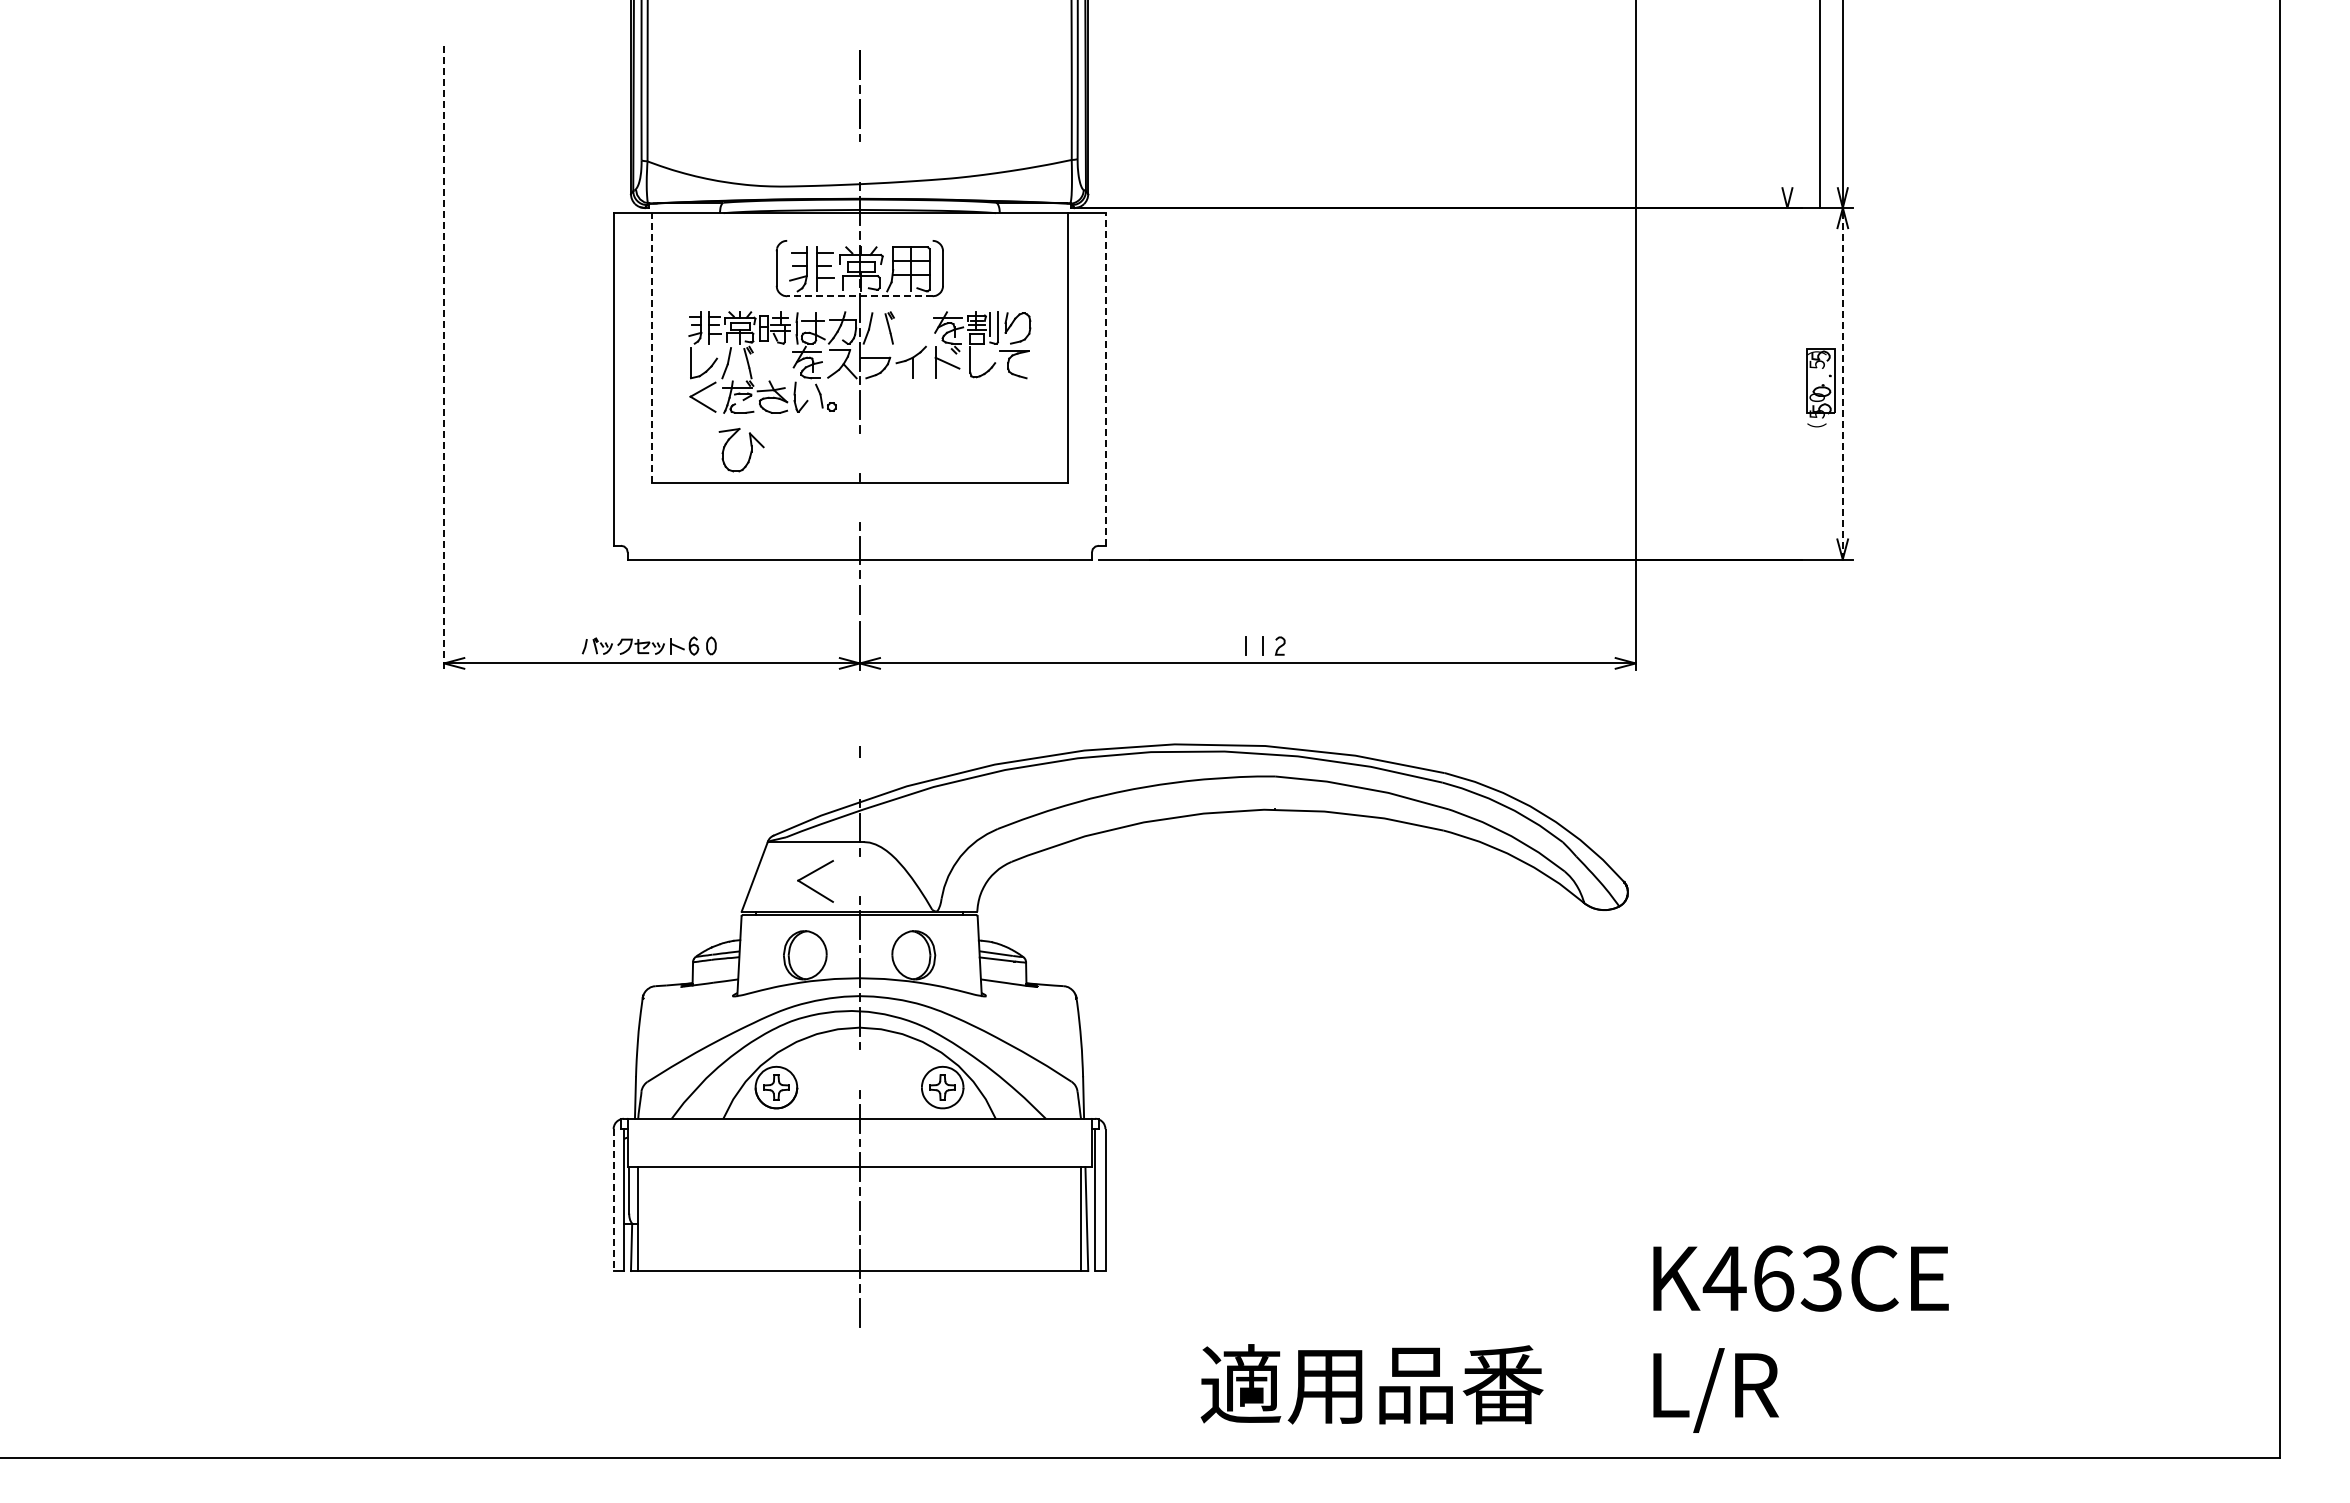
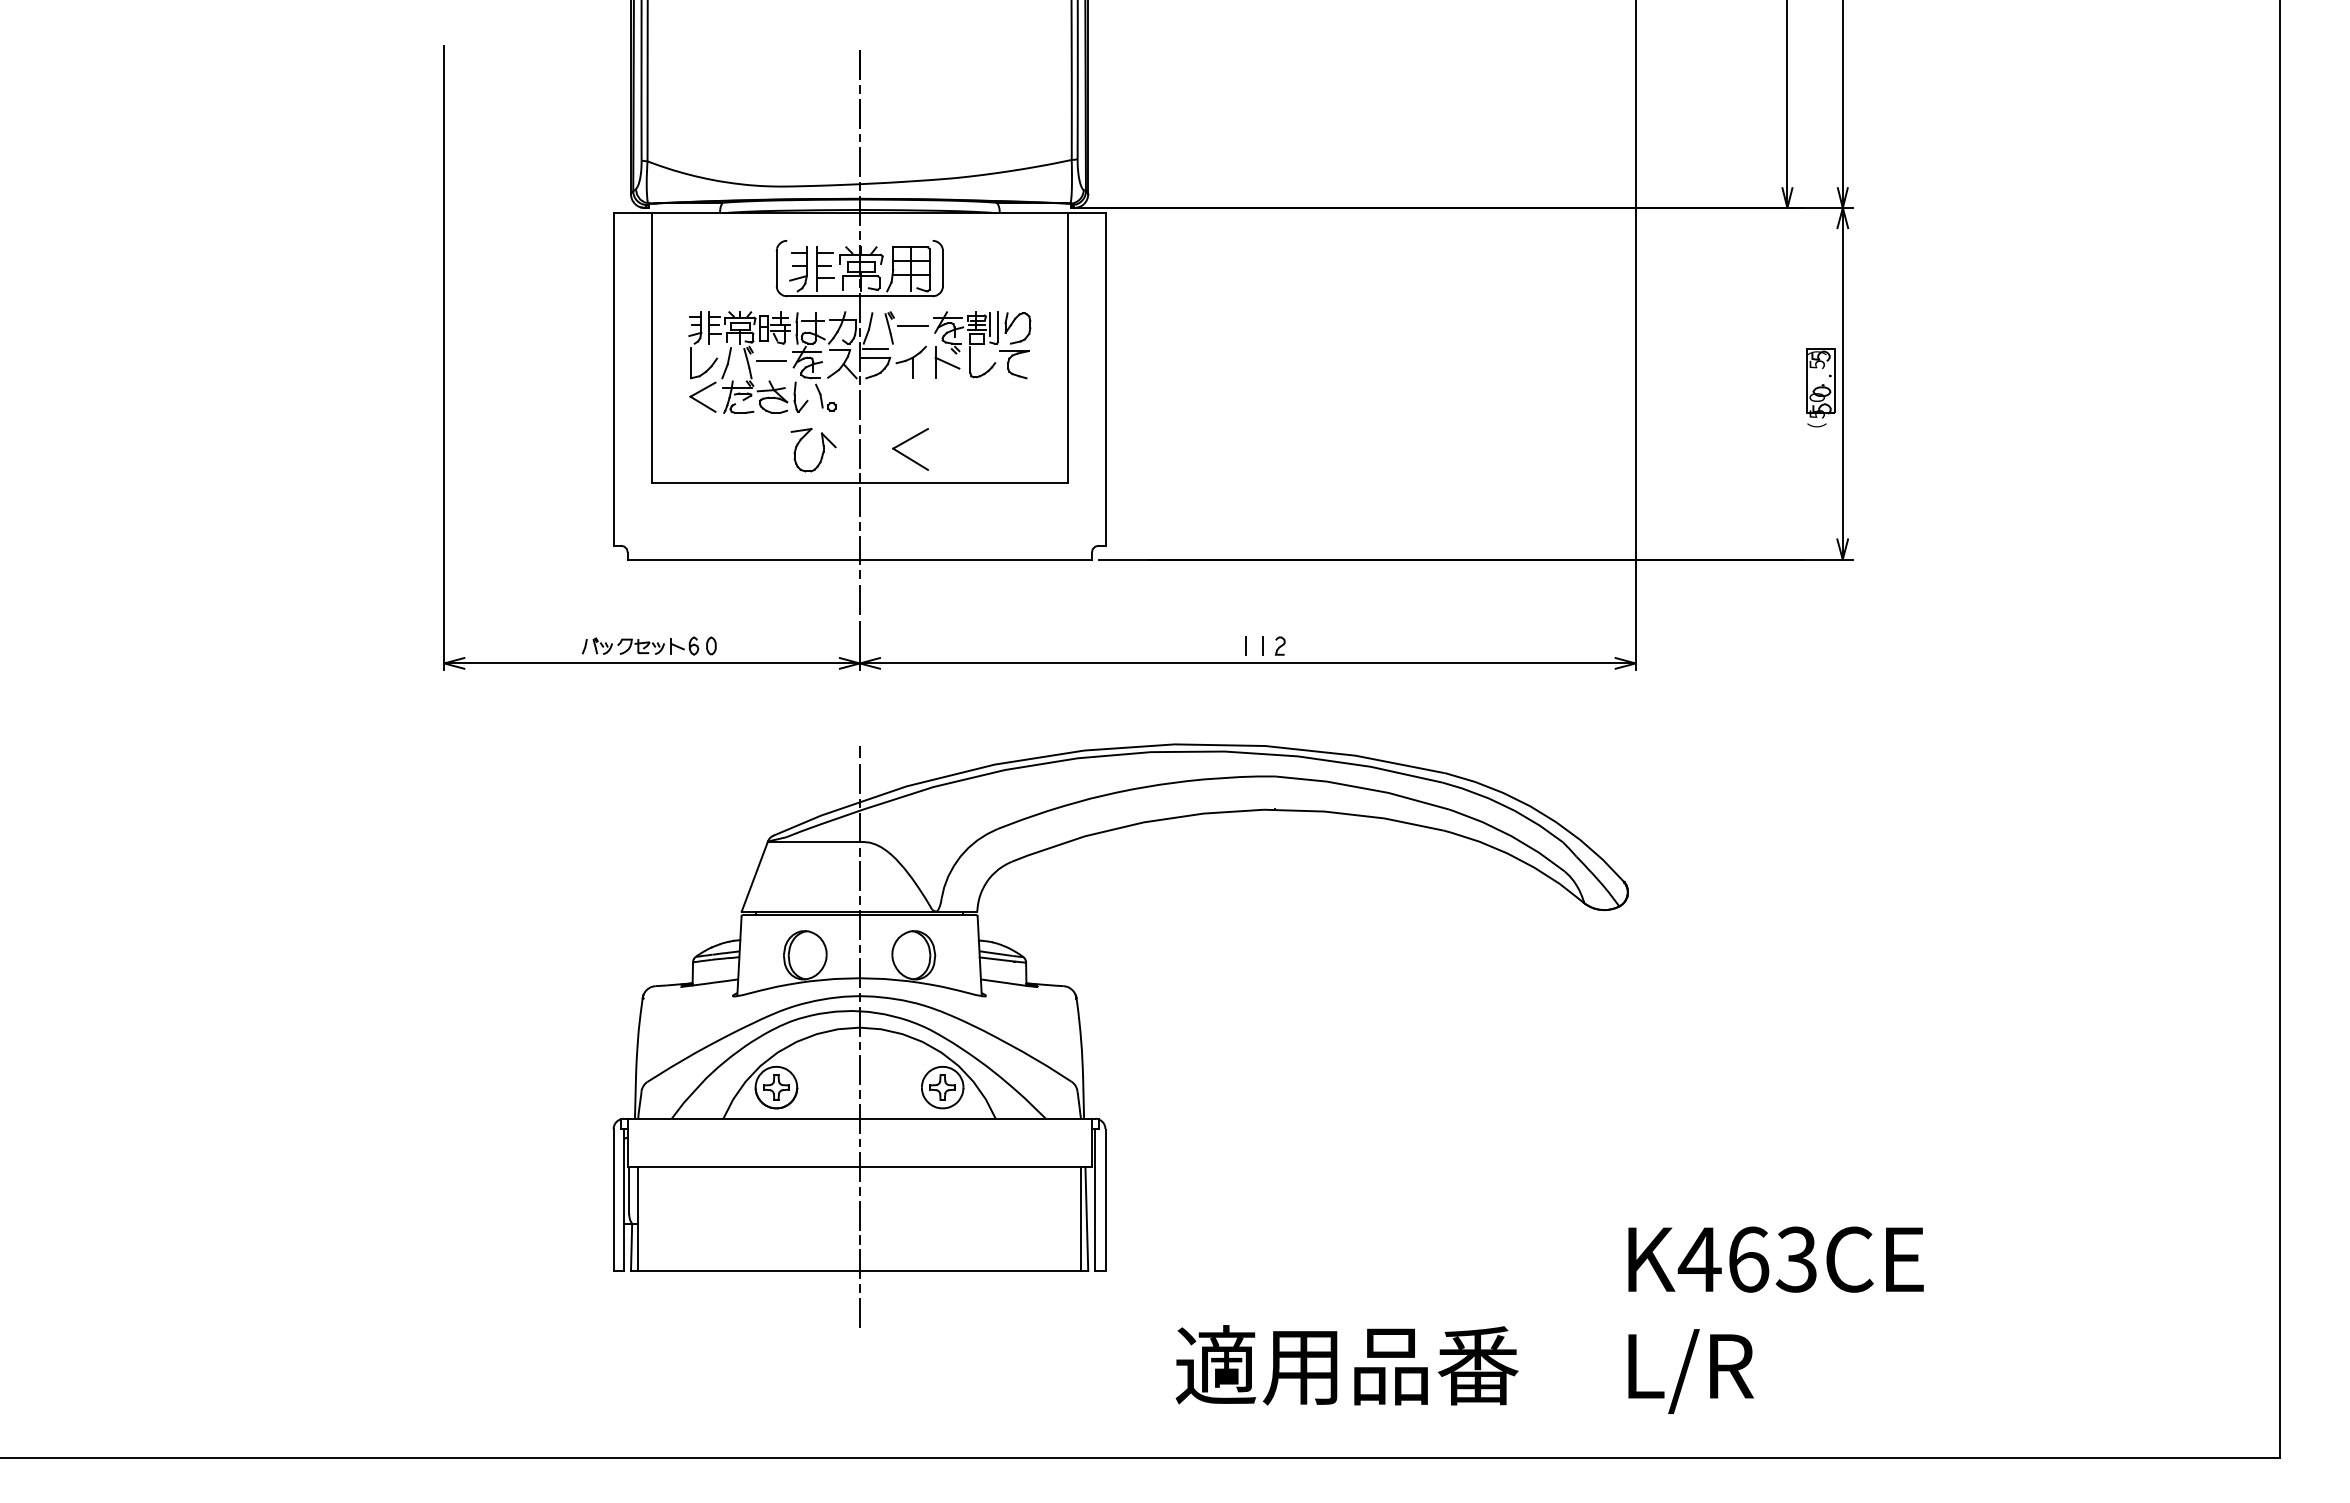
line at (1820, 105) position: (1820, 105) -> (1787, 105)
line at (859, 162): none -> present
line at (859, 296): dashed -> solid
line at (912, 326): none -> present
line at (652, 347): dashed -> solid
line at (875, 349): none -> present
line at (444, 358): dashed -> solid
line at (771, 360): none -> present
line at (1105, 378): dashed -> solid
line at (1842, 383): dashed -> solid
part at (750, 451) position: (750, 451) -> (822, 451)
line at (859, 453): none -> present
line at (859, 501): none -> present
line at (859, 779): none -> present
line at (859, 876): none -> present
part at (811, 887) position: (811, 887) -> (906, 455)
line at (859, 1070): none -> present
line at (613, 1200): dashed -> solid
text at (1574, 1338) position: (1574, 1338) -> (1549, 1319)
